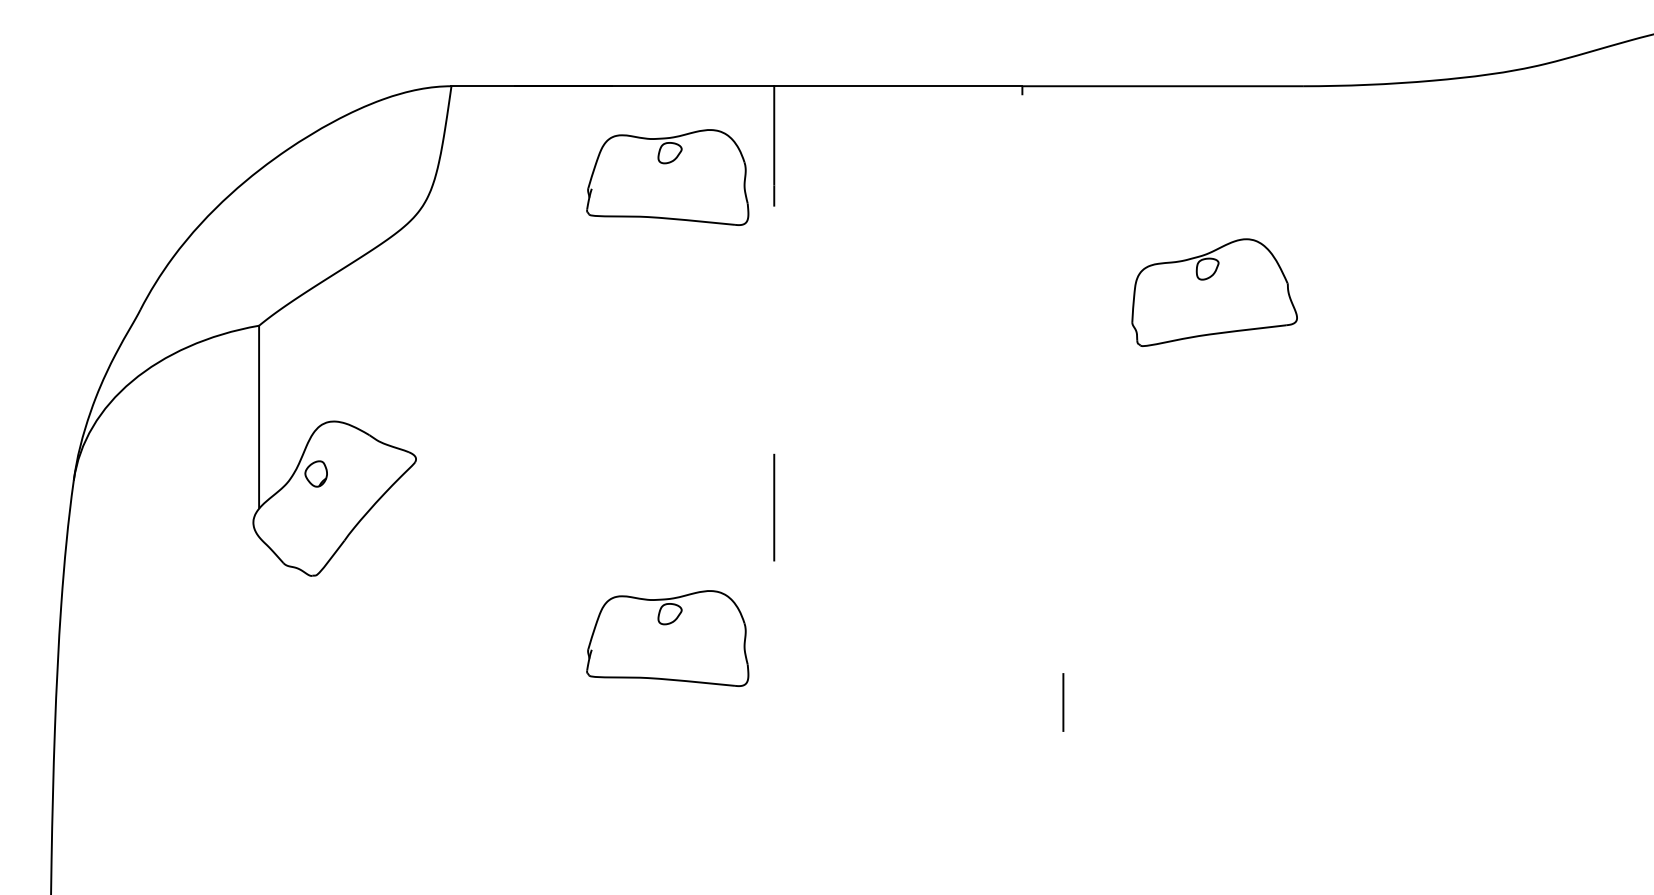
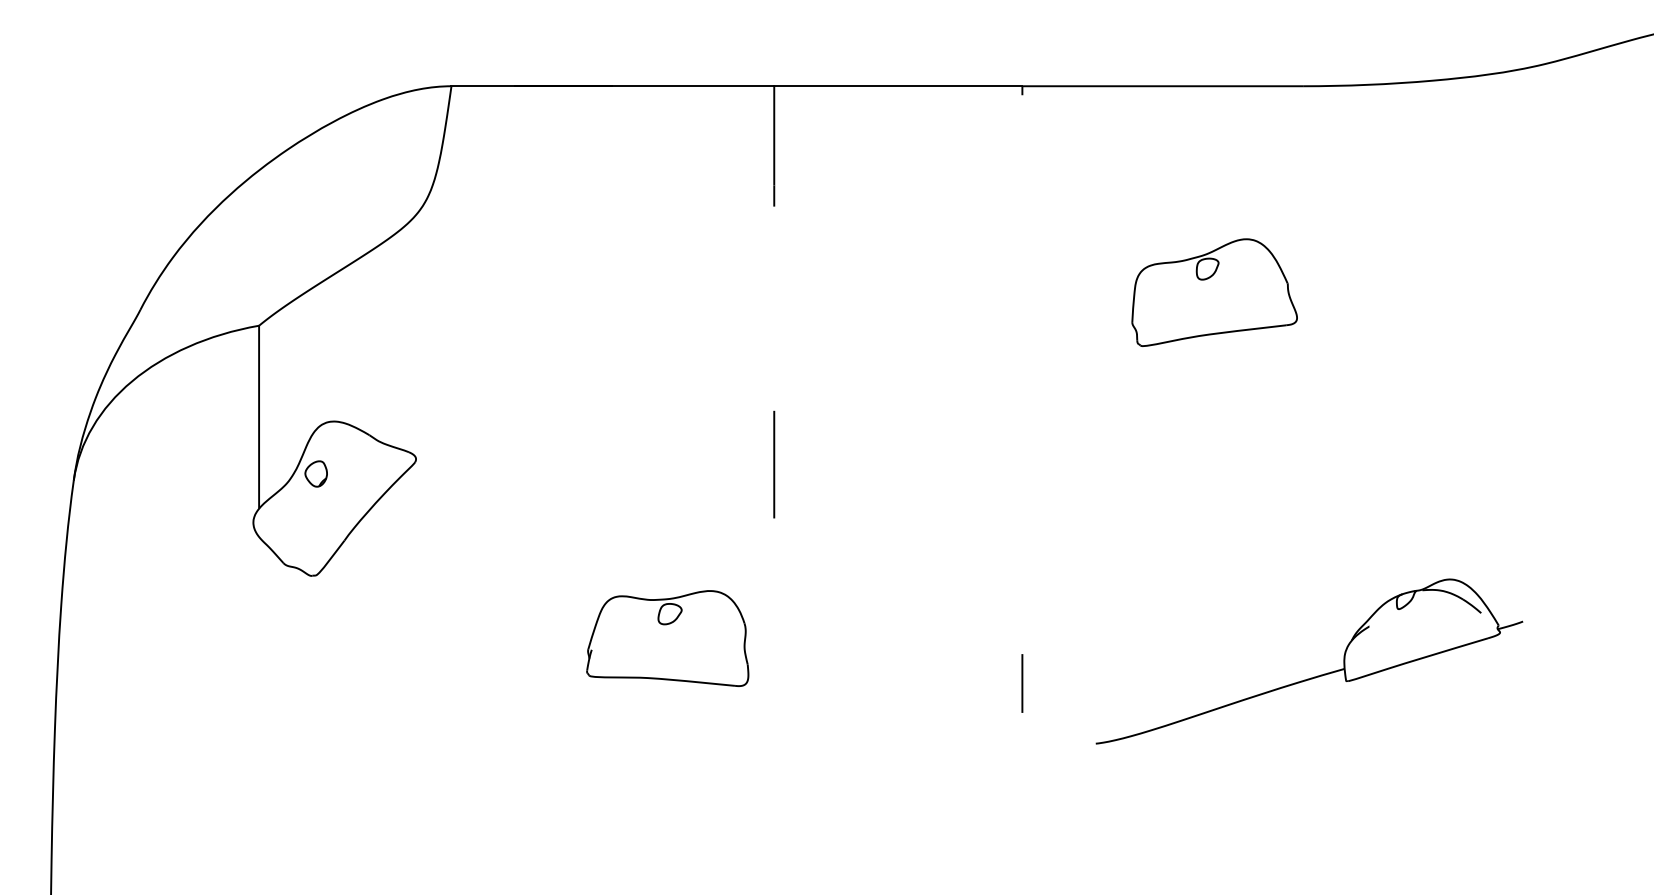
part at (667, 177): present -> none
line at (774, 507) position: (774, 507) -> (774, 464)
part at (1314, 676): none -> present
line at (1063, 702) position: (1063, 702) -> (1022, 683)
